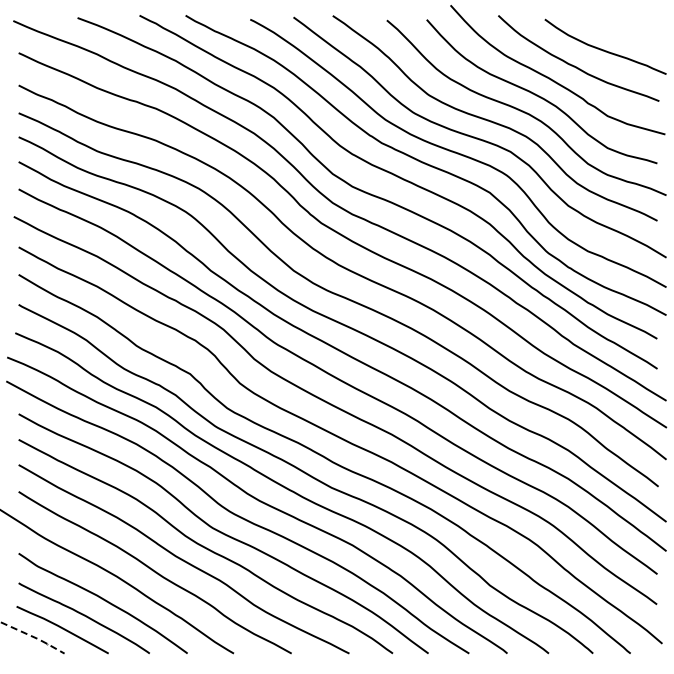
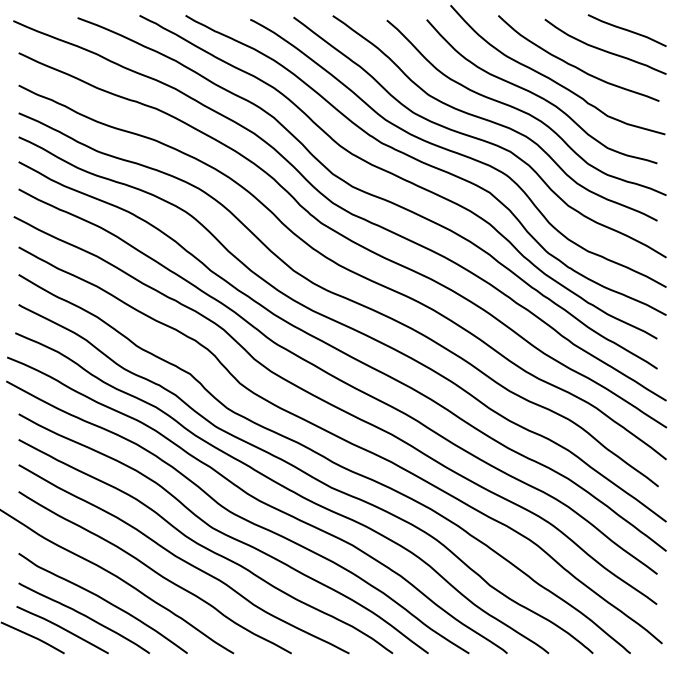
curve at (626, 30): none -> present
line at (34, 637): dashed -> solid
